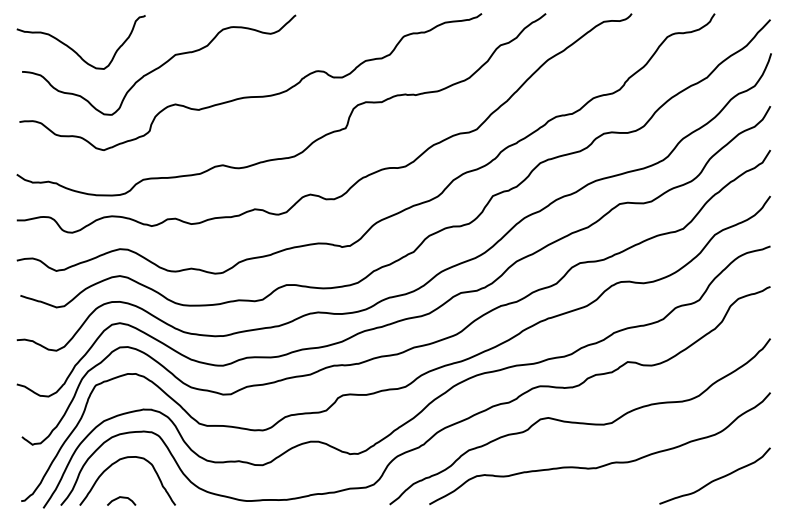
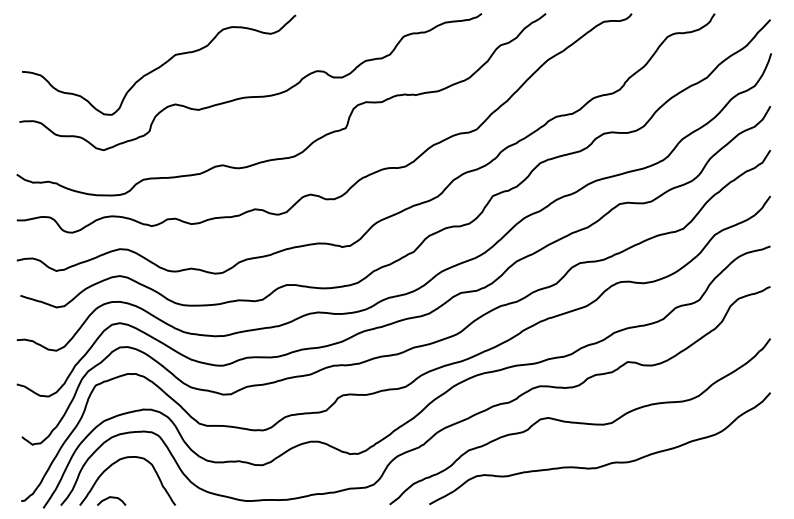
curve at (76, 51): present -> none
curve at (716, 478): present -> none
curve at (121, 498) position: (121, 498) -> (111, 498)
